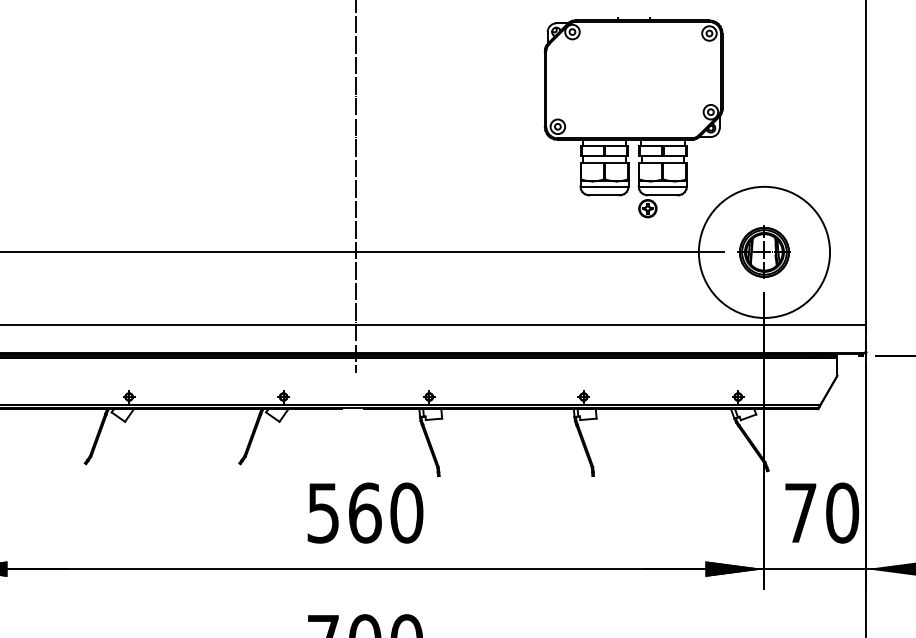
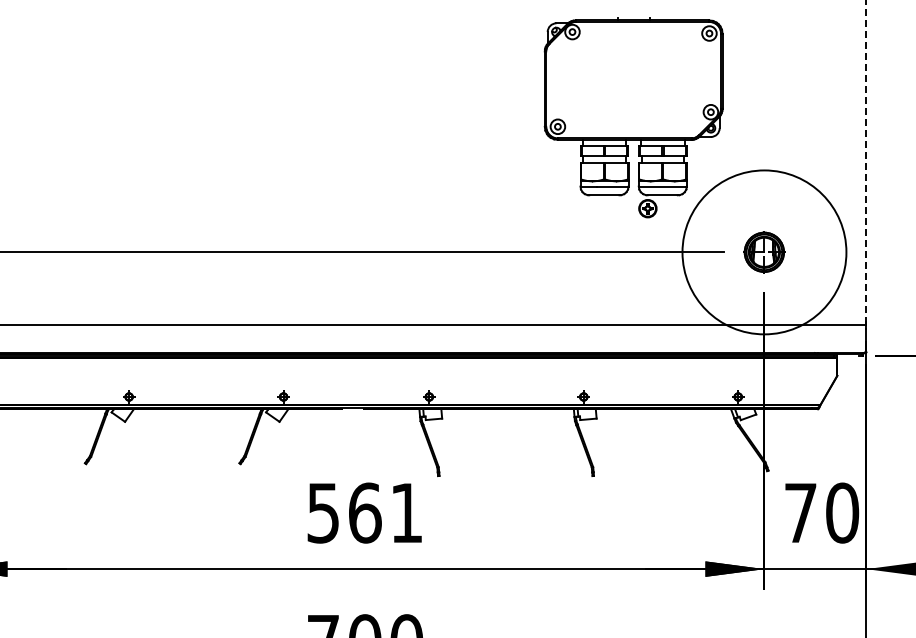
line at (866, 160): solid -> dashed
line at (356, 187): present -> none
part at (763, 251) size: 54x54 px -> 43x43 px
circle at (764, 251) diameter: 131 px -> 164 px
text at (406, 512): 560 -> 561
